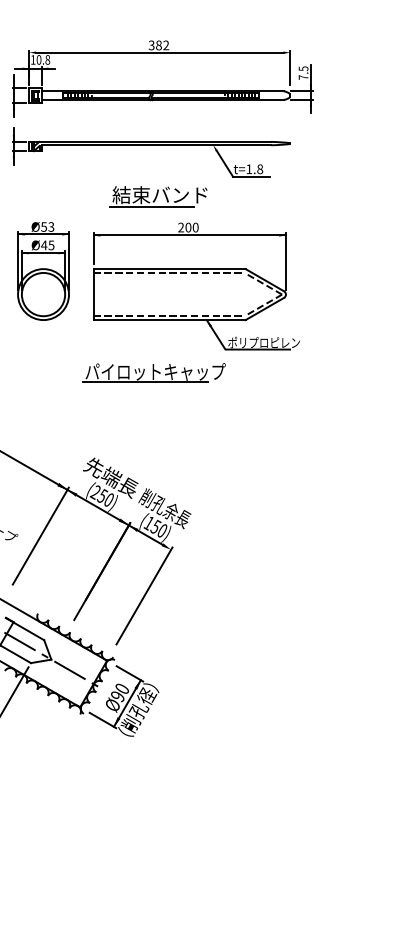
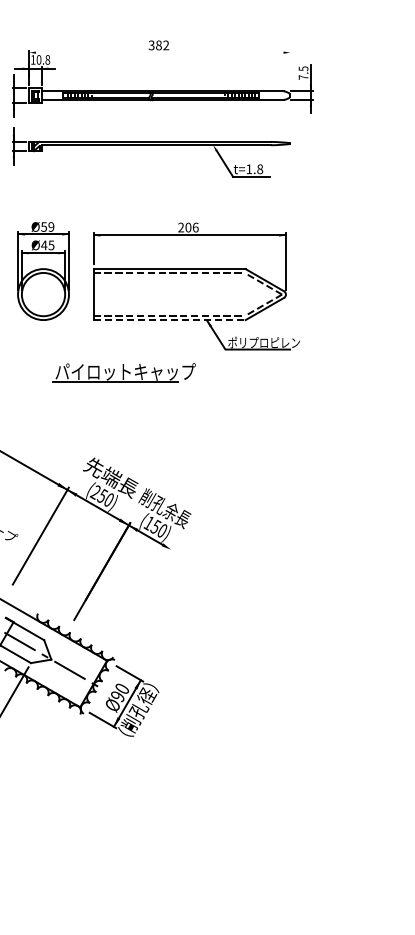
line at (159, 52): present -> none
line at (290, 67): present -> none
part at (158, 196): present -> none
text at (51, 226): Ø53 -> Ø59
text at (195, 227): 200 -> 206
line at (170, 320): solid -> dashed
part at (153, 372) position: (153, 372) -> (123, 372)
line at (144, 595): present -> none
